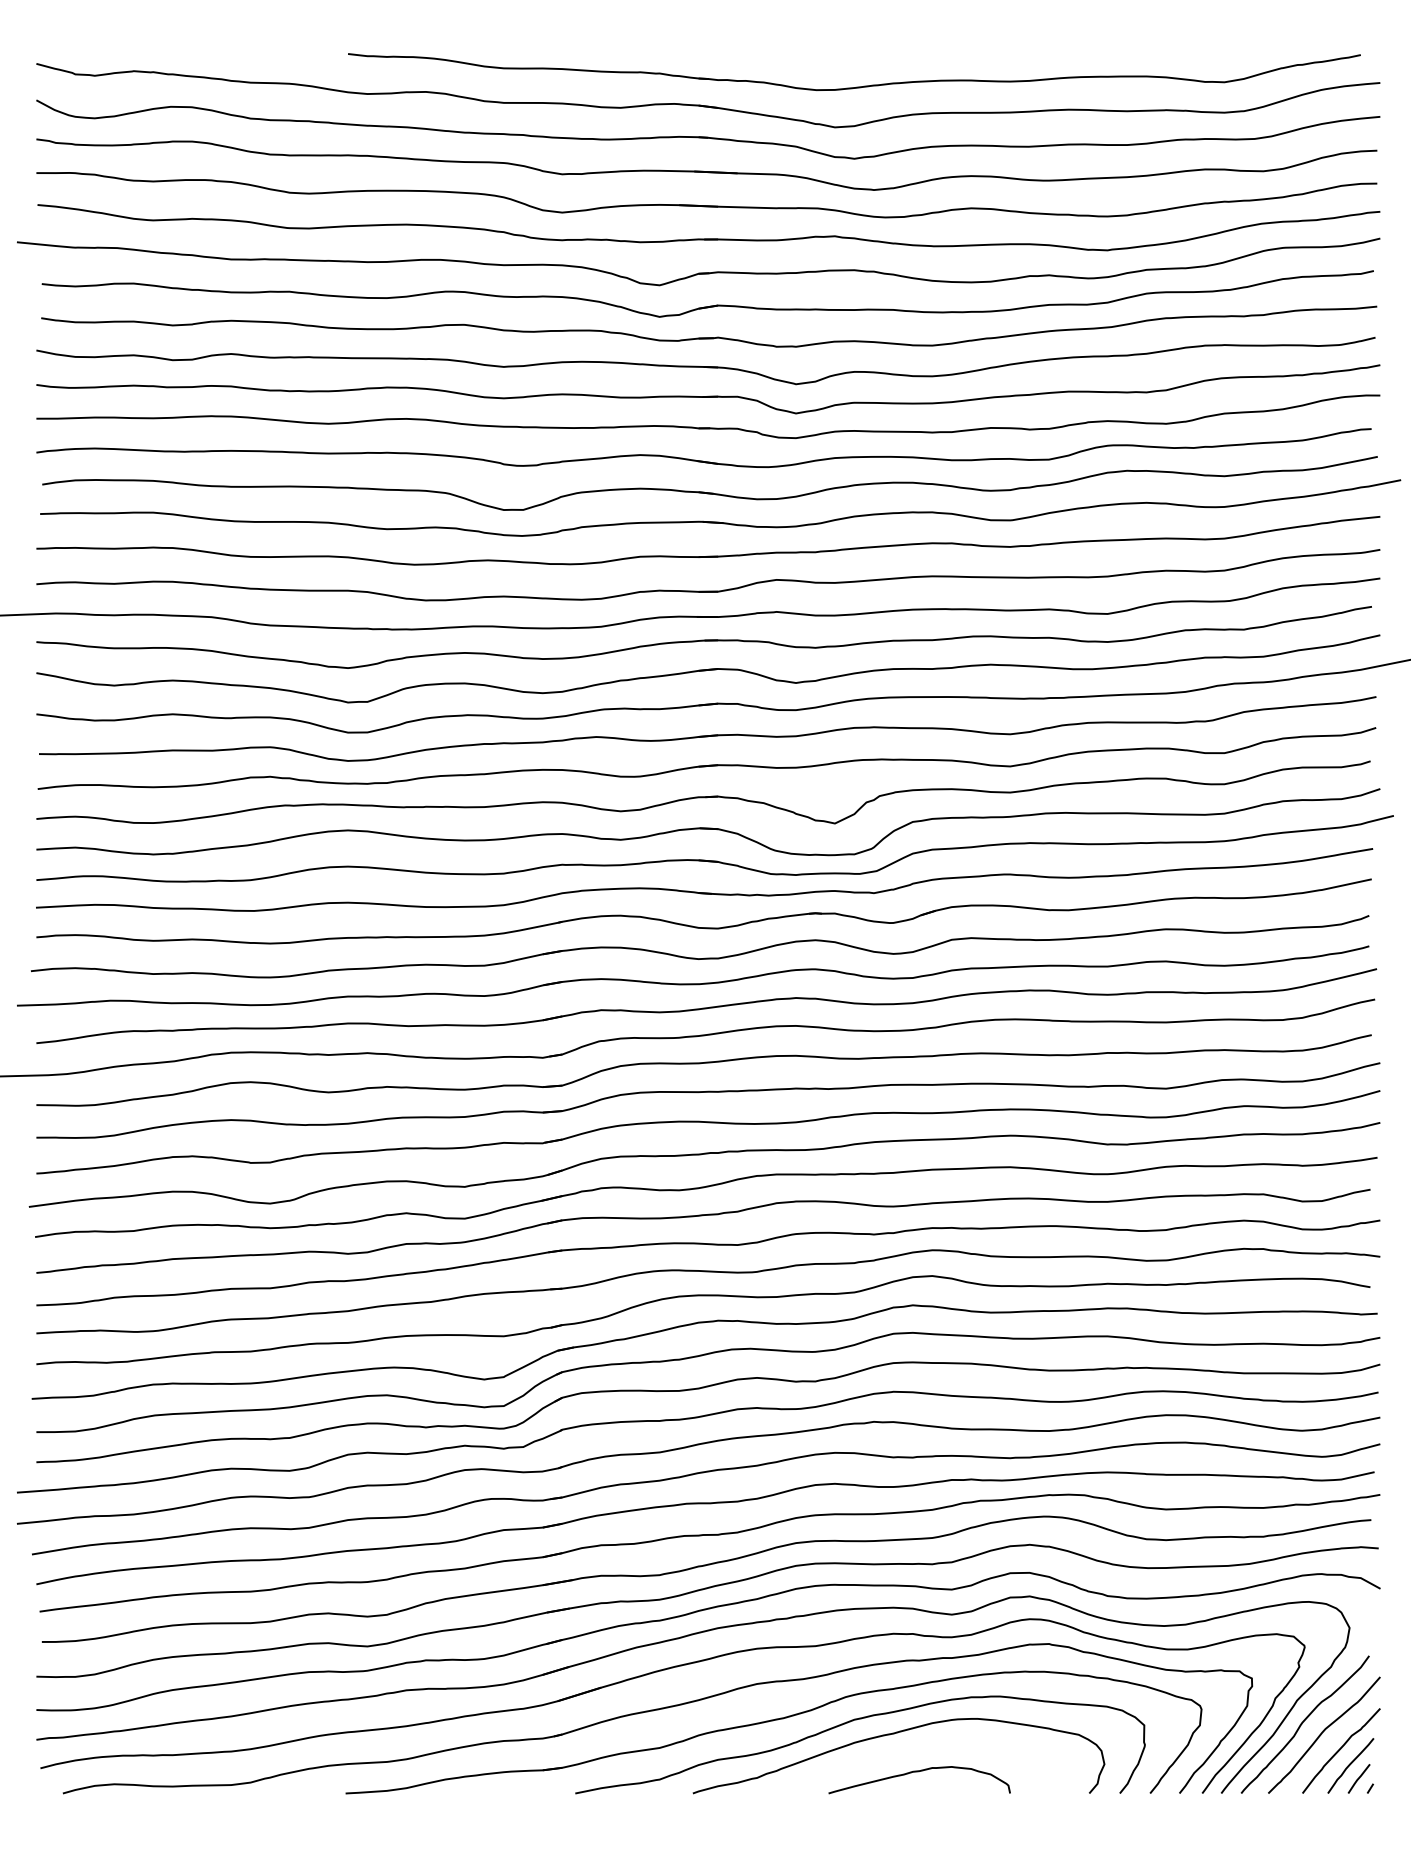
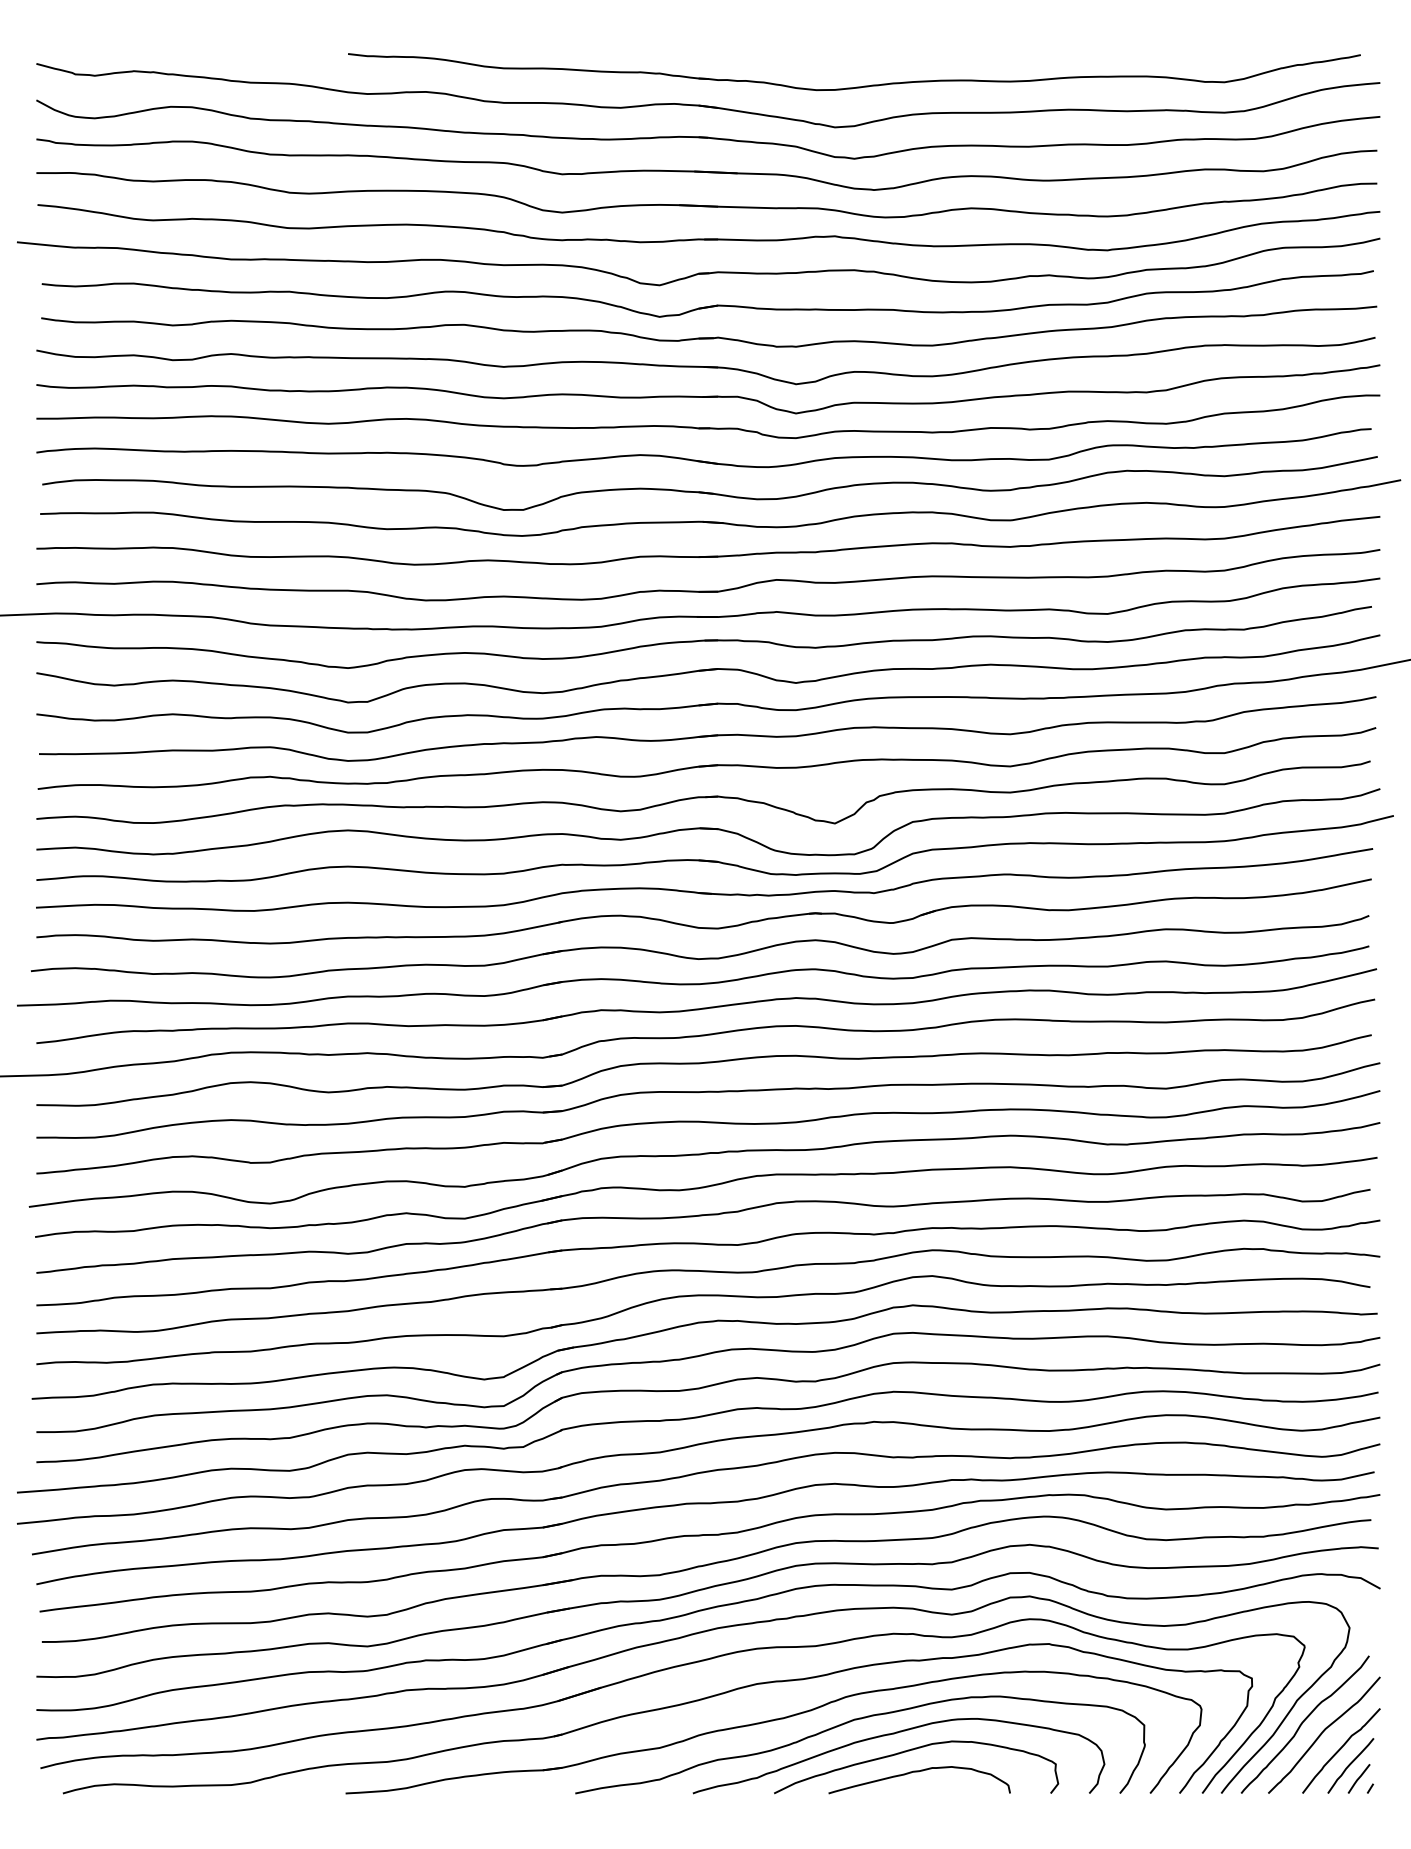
curve at (913, 1750): none -> present
